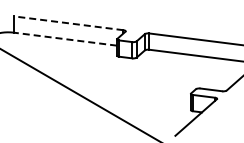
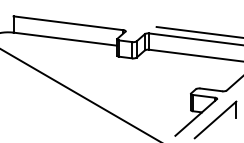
line at (68, 23): dashed -> solid
line at (198, 32): none -> present
line at (64, 39): dashed -> solid
part at (215, 119): none -> present
